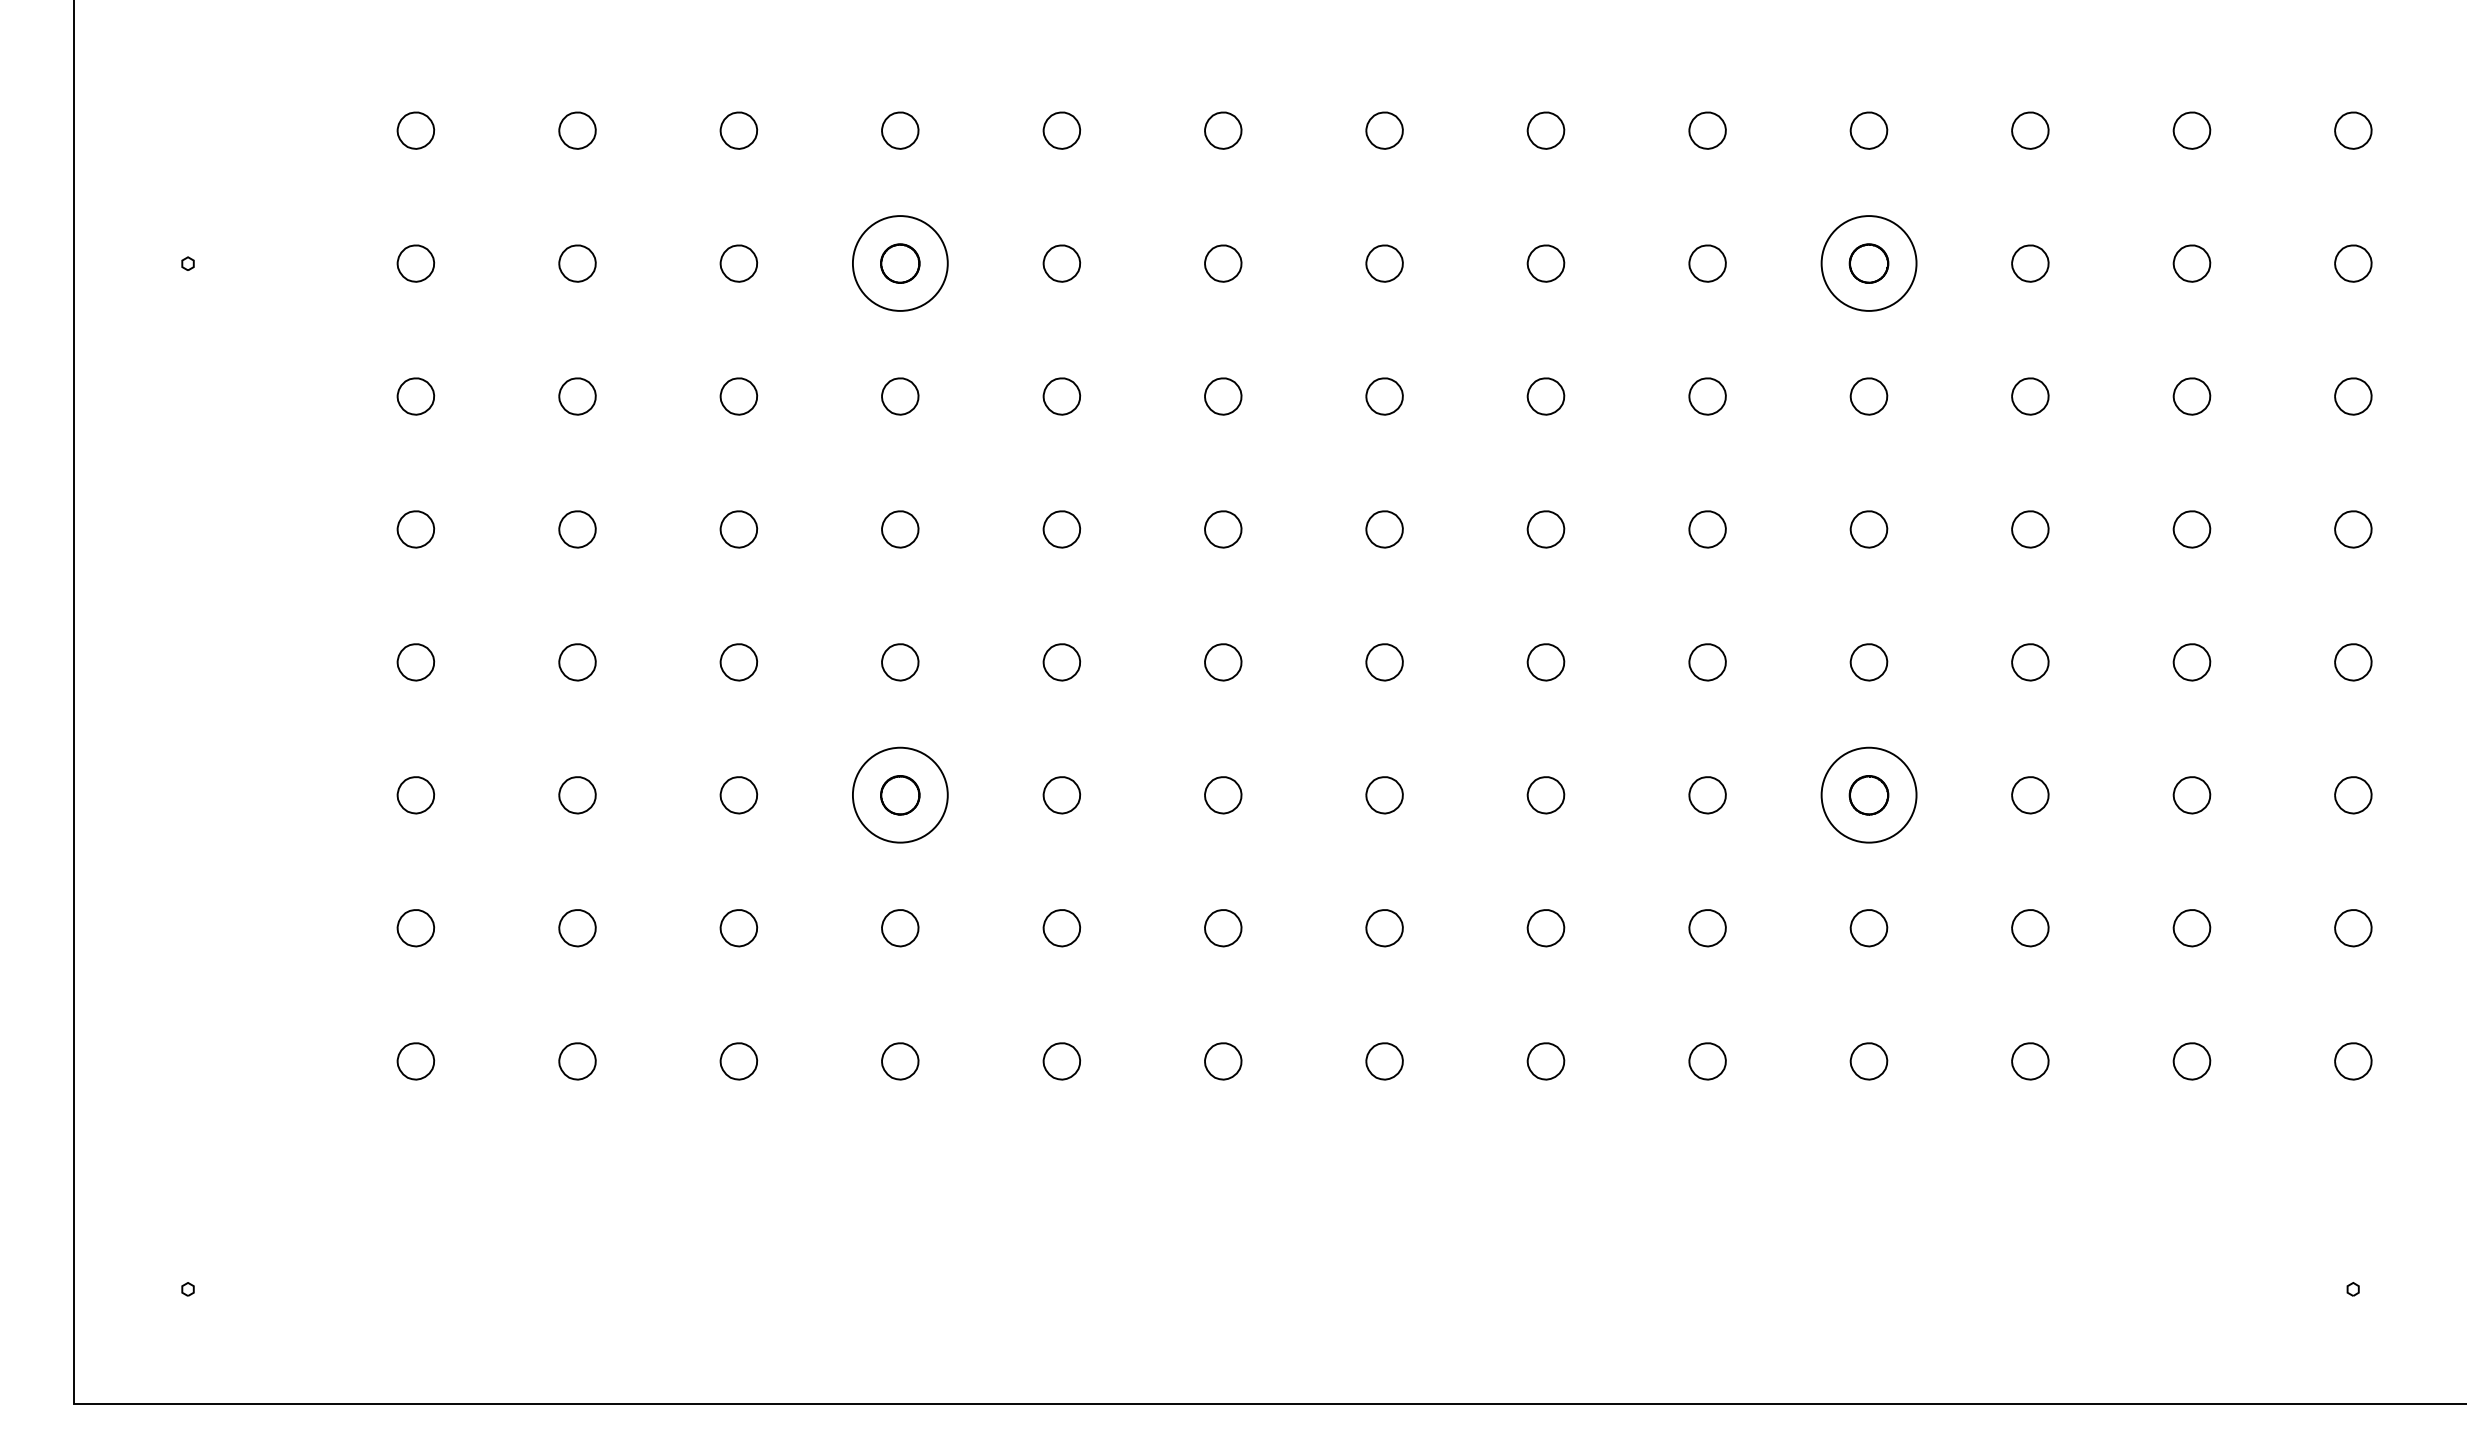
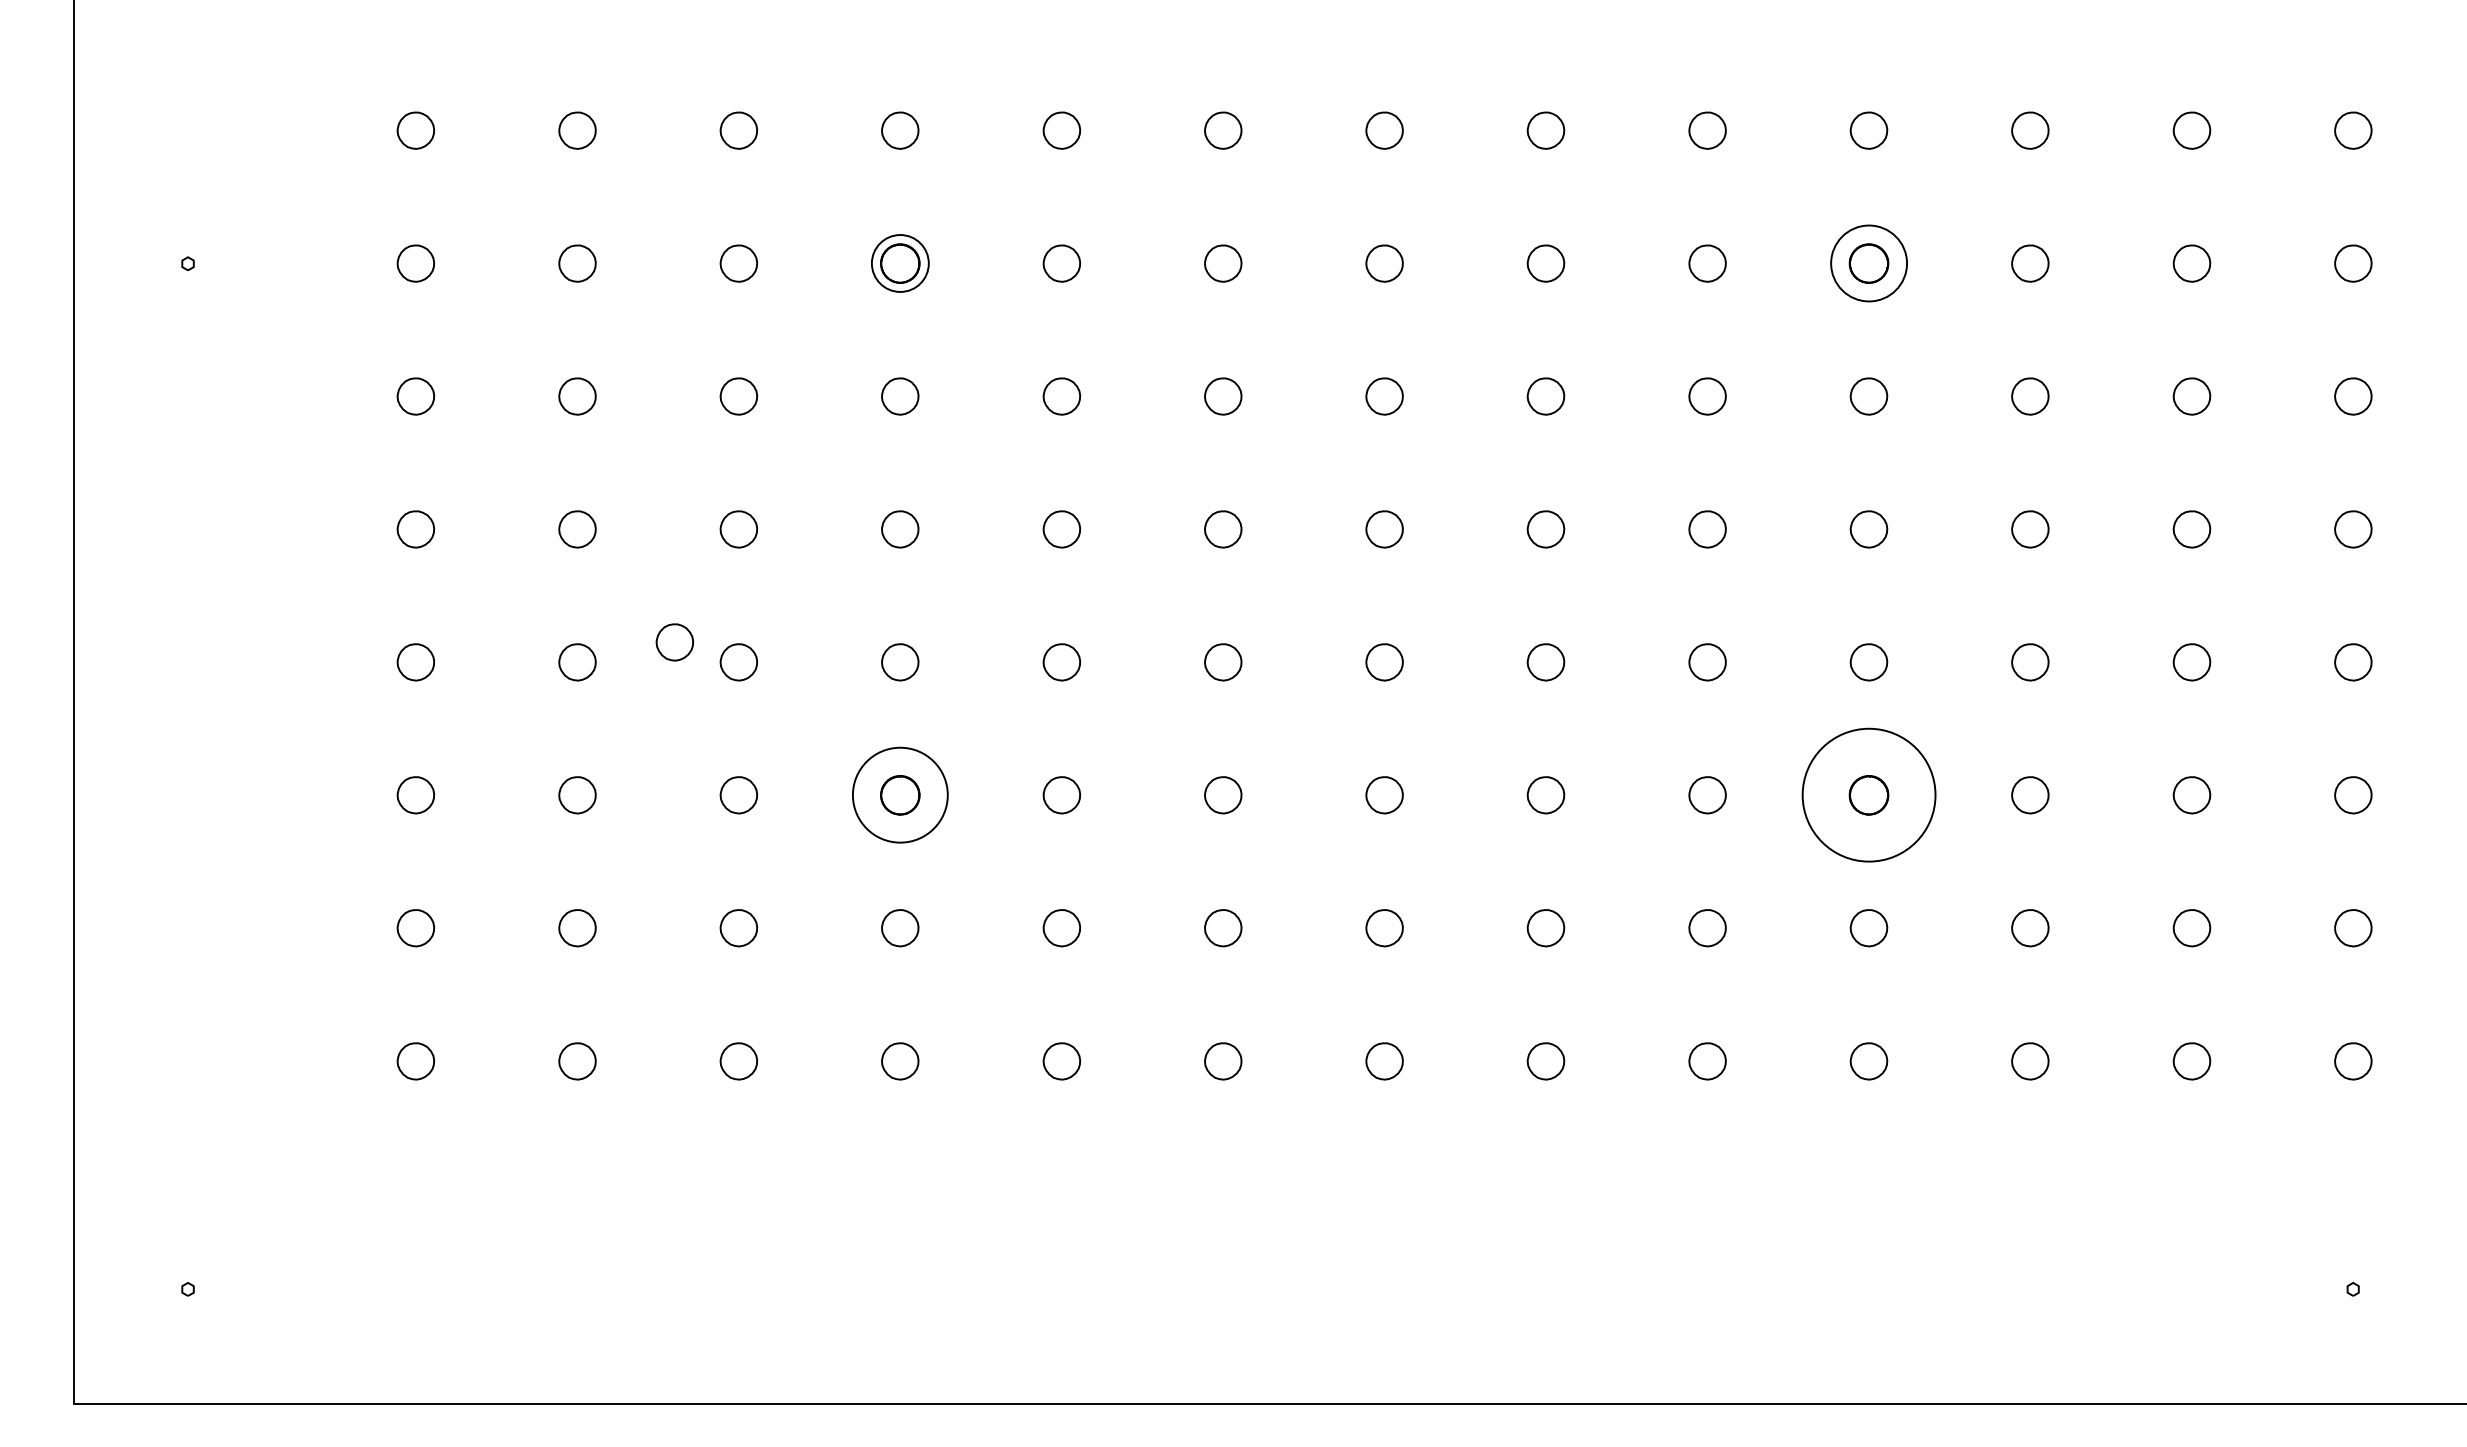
circle at (899, 263) diameter: 95 px -> 57 px
circle at (1868, 263) diameter: 95 px -> 76 px
part at (674, 642): none -> present
circle at (1868, 794) diameter: 95 px -> 133 px
